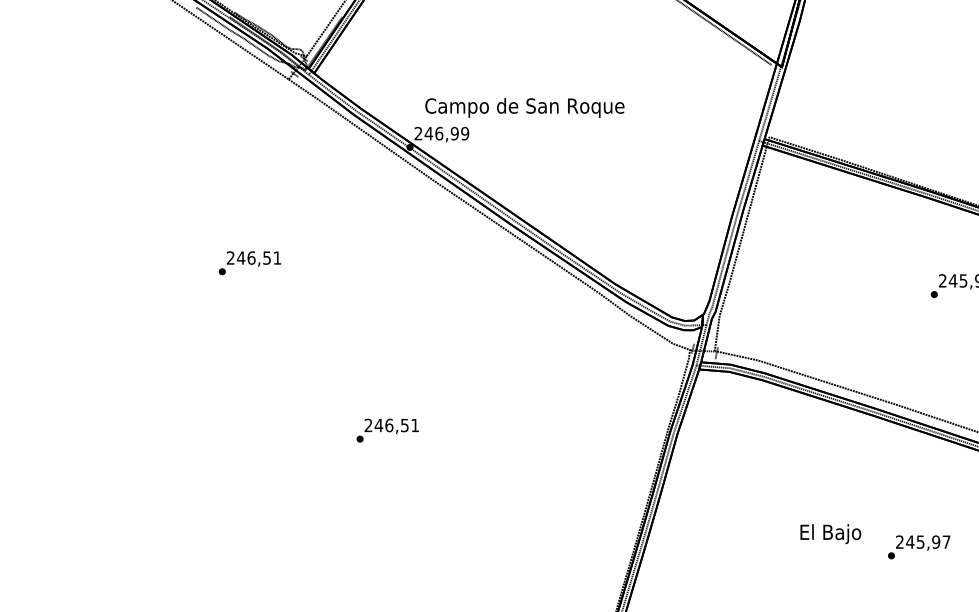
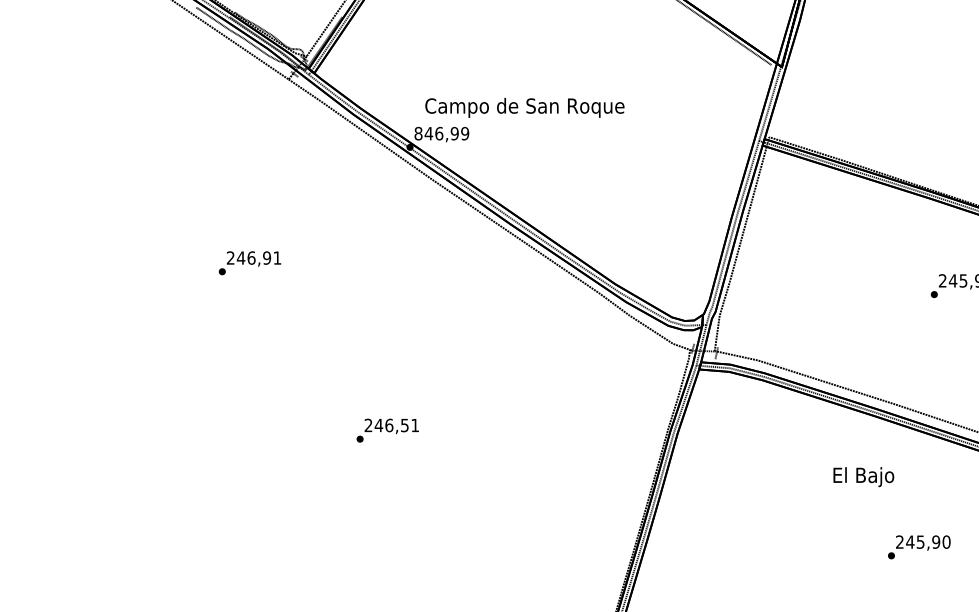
text at (418, 133): 246,99 -> 846,99
text at (267, 257): 246,51 -> 246,91
text at (830, 534) position: (830, 534) -> (863, 477)
text at (946, 541): 245,97 -> 245,90
